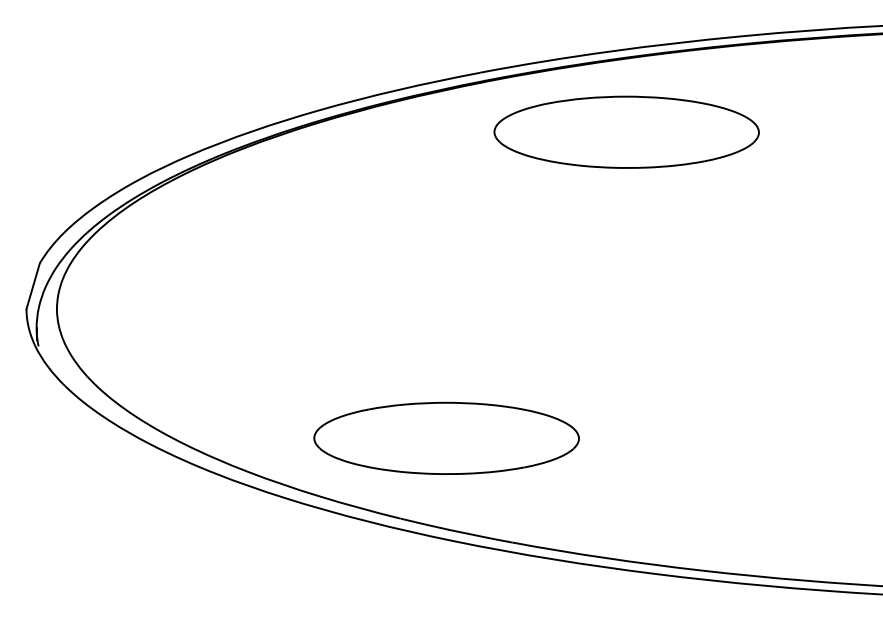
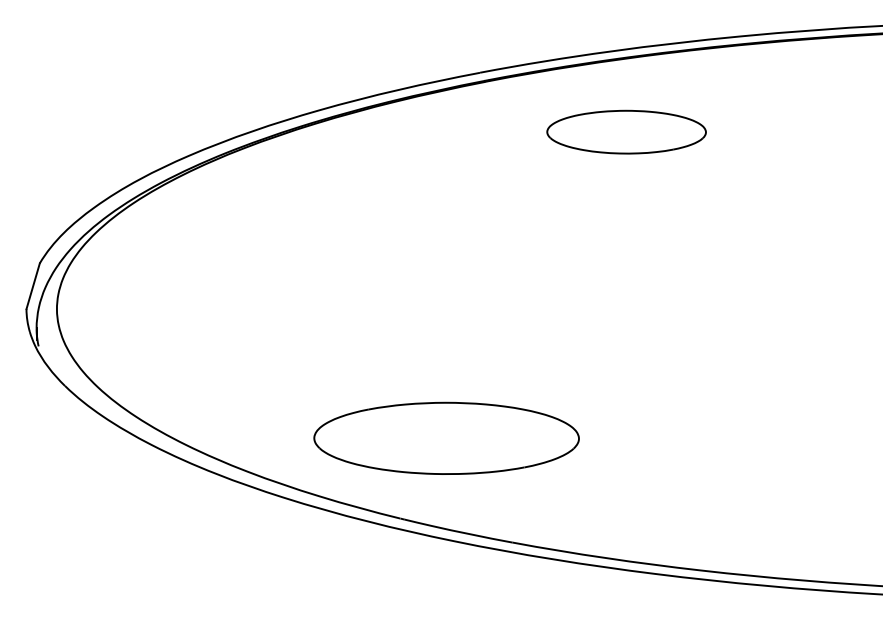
part at (626, 131) size: 267x74 px -> 161x46 px
